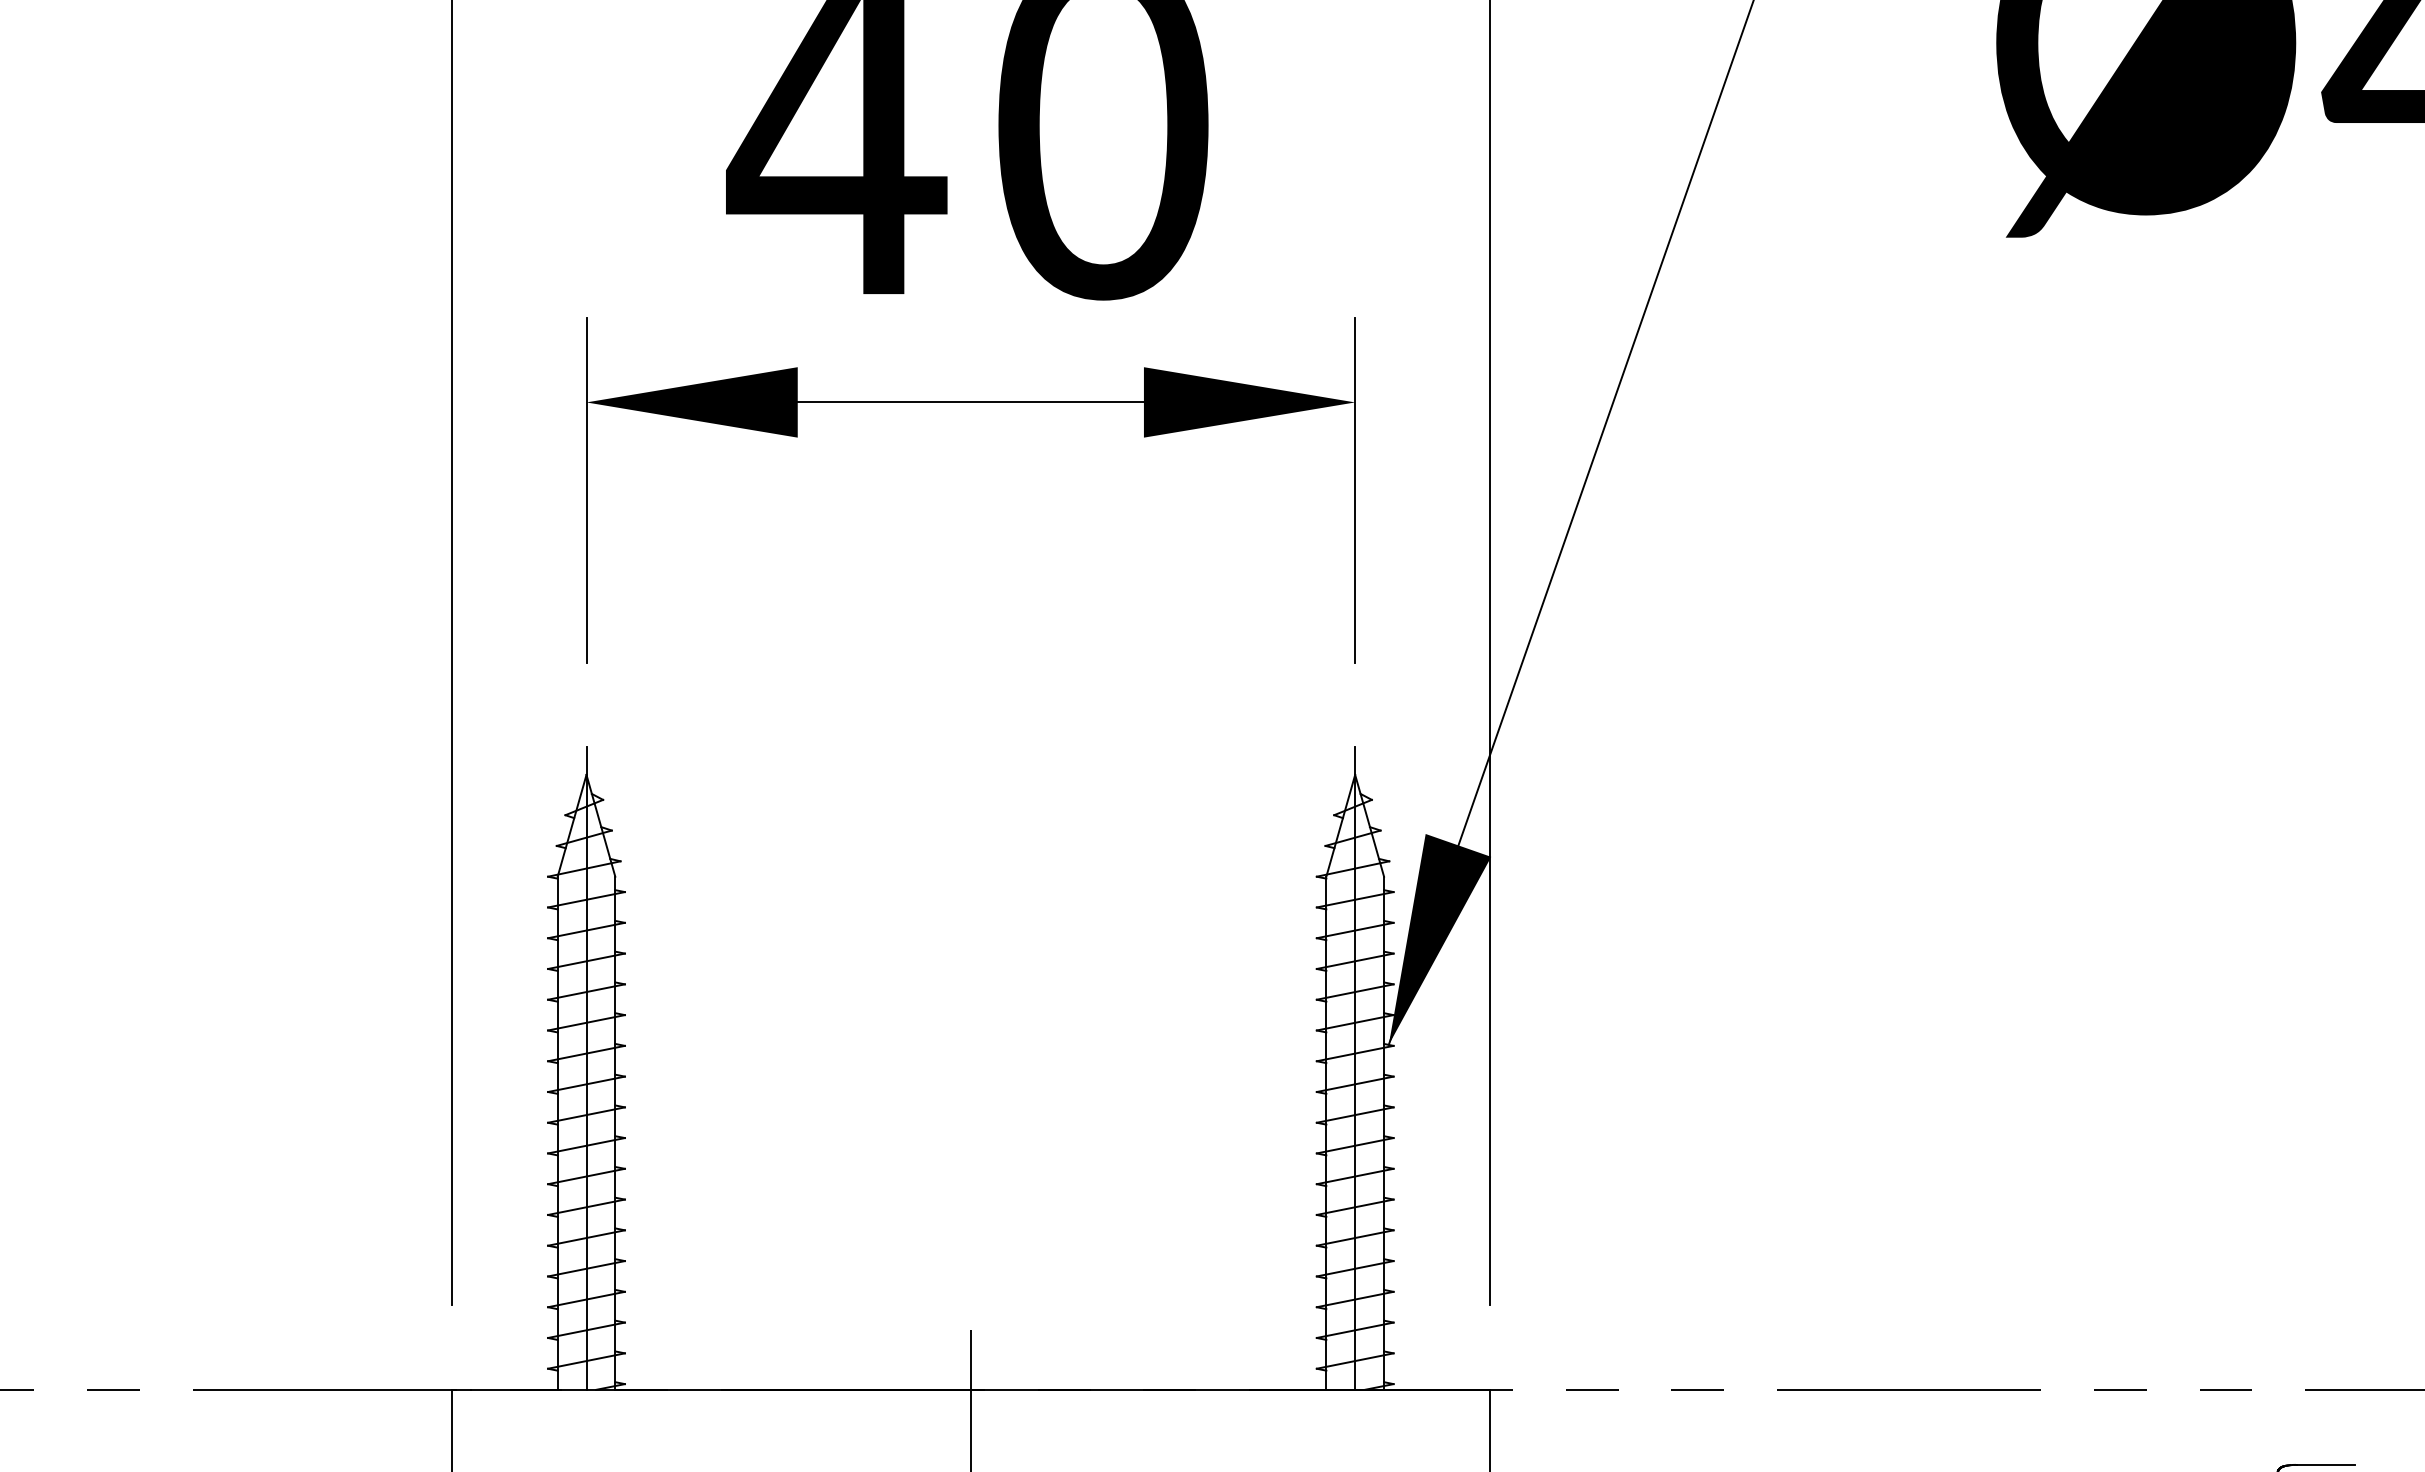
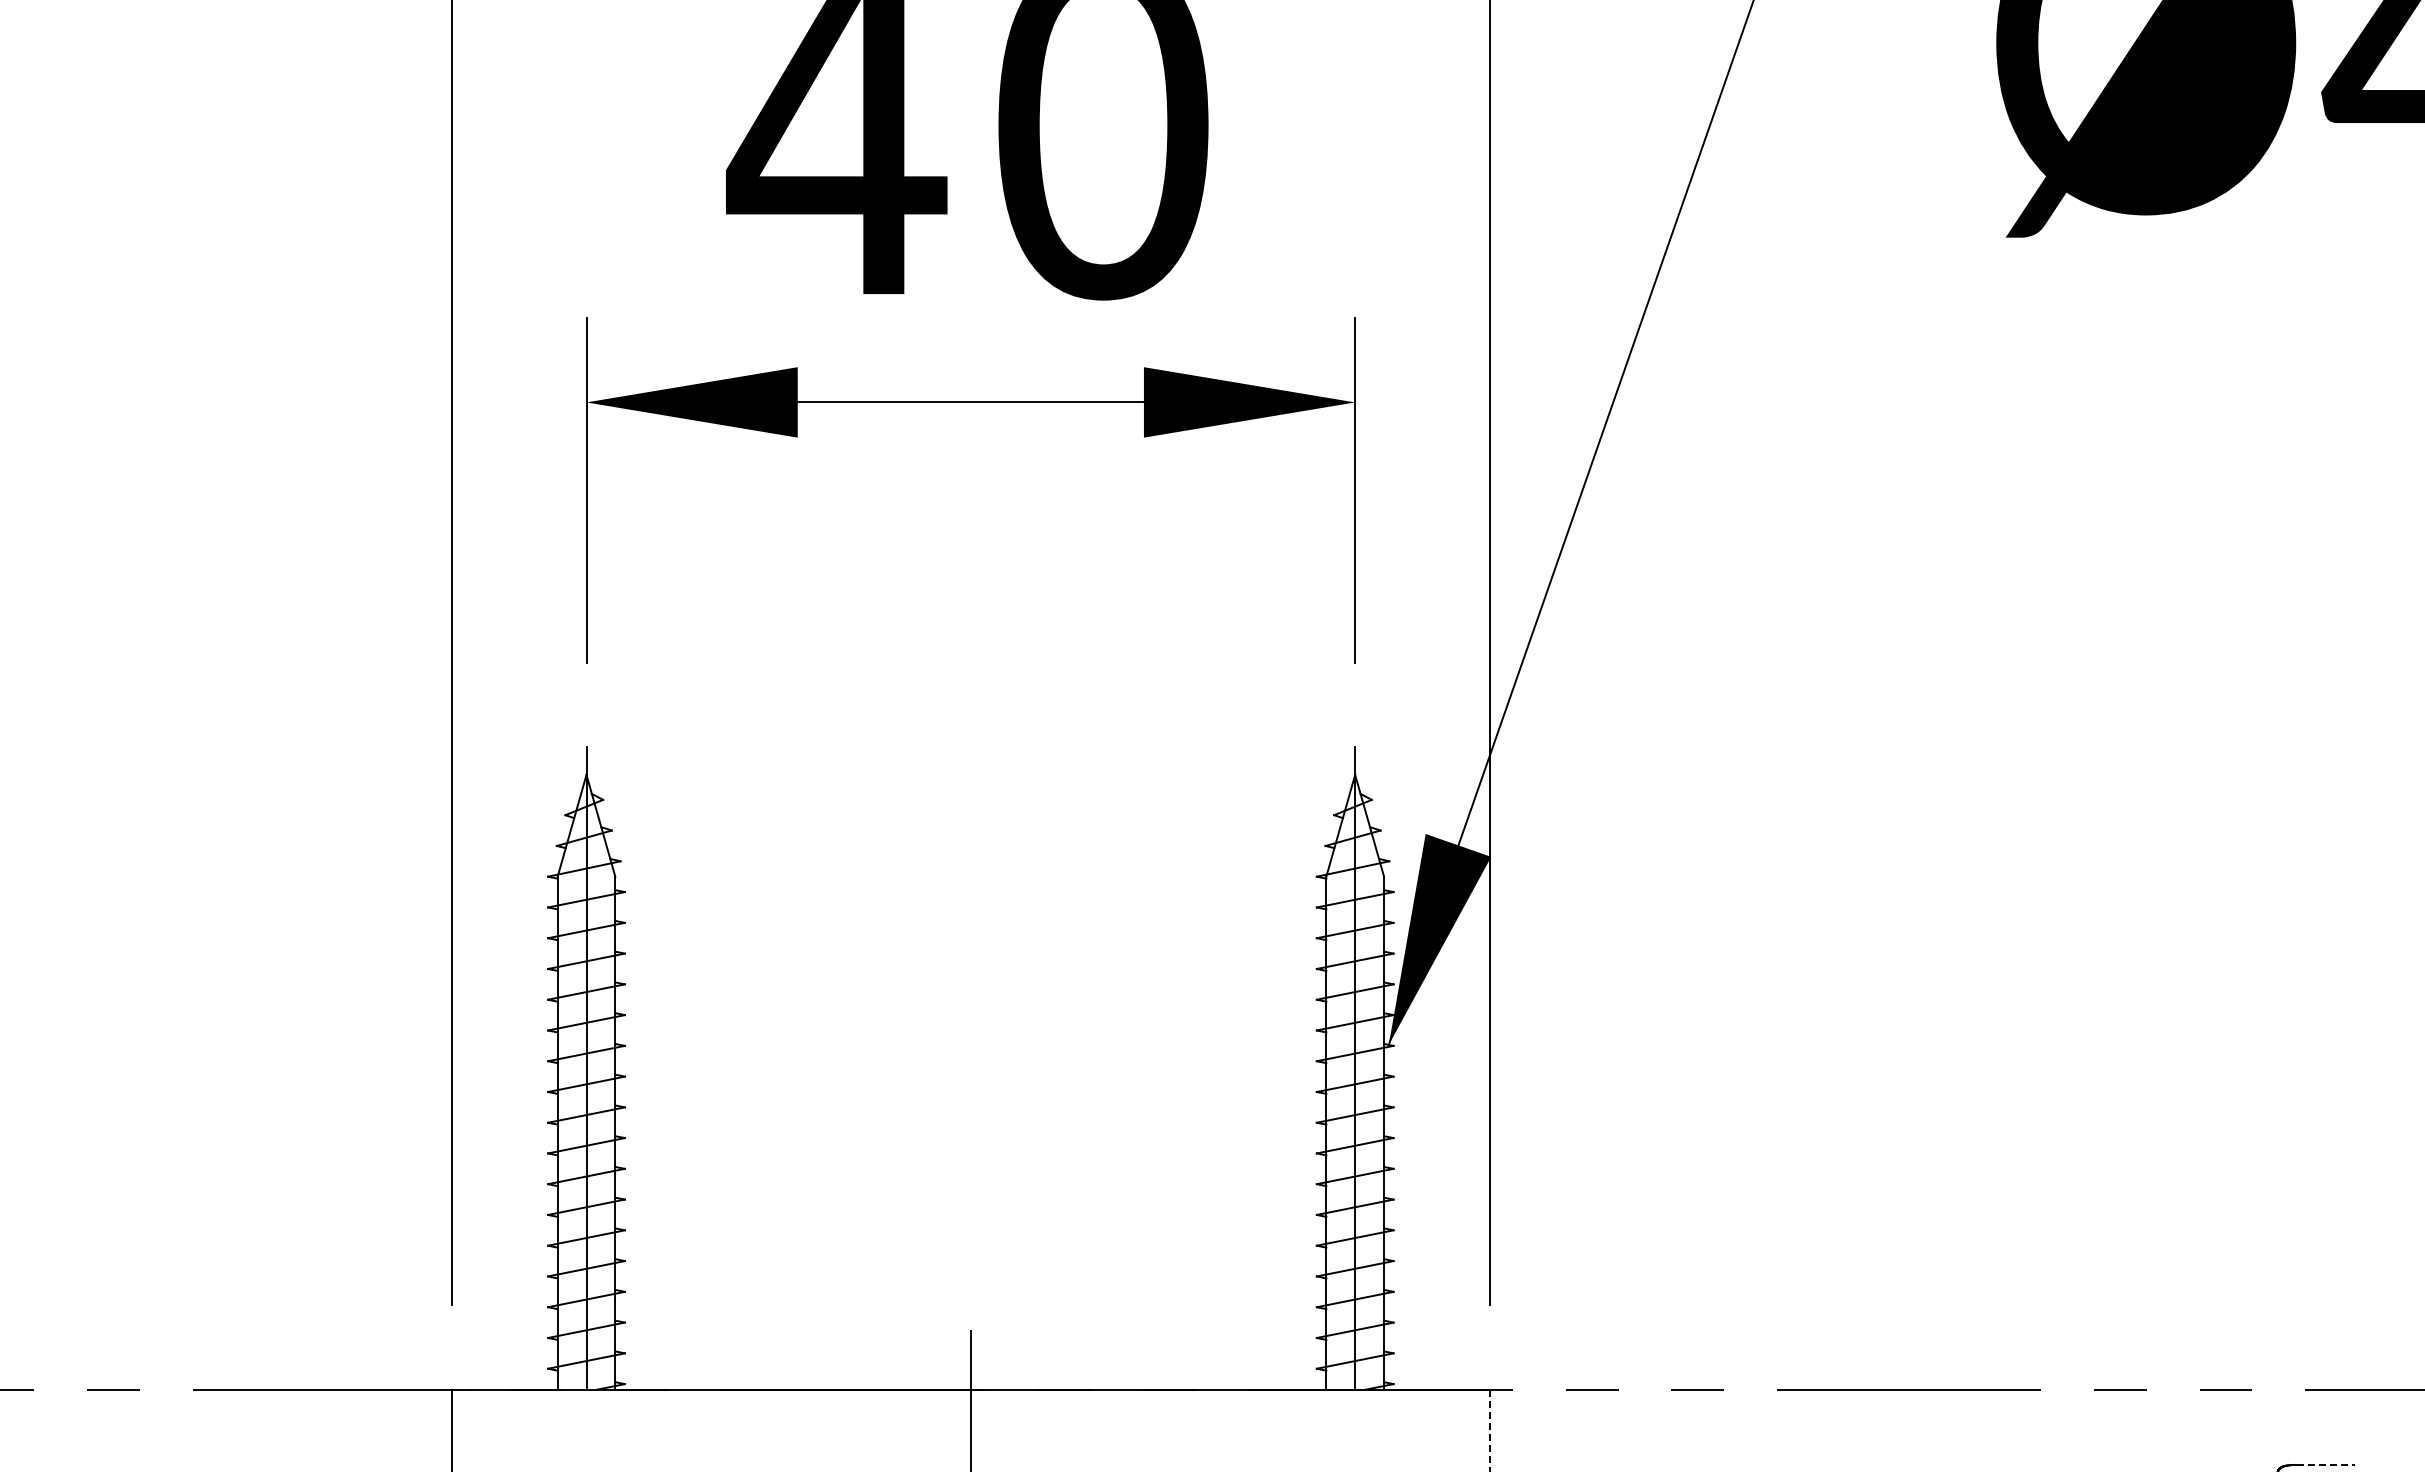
line at (1489, 1430): solid -> dashed
line at (2325, 1464): solid -> dashed
